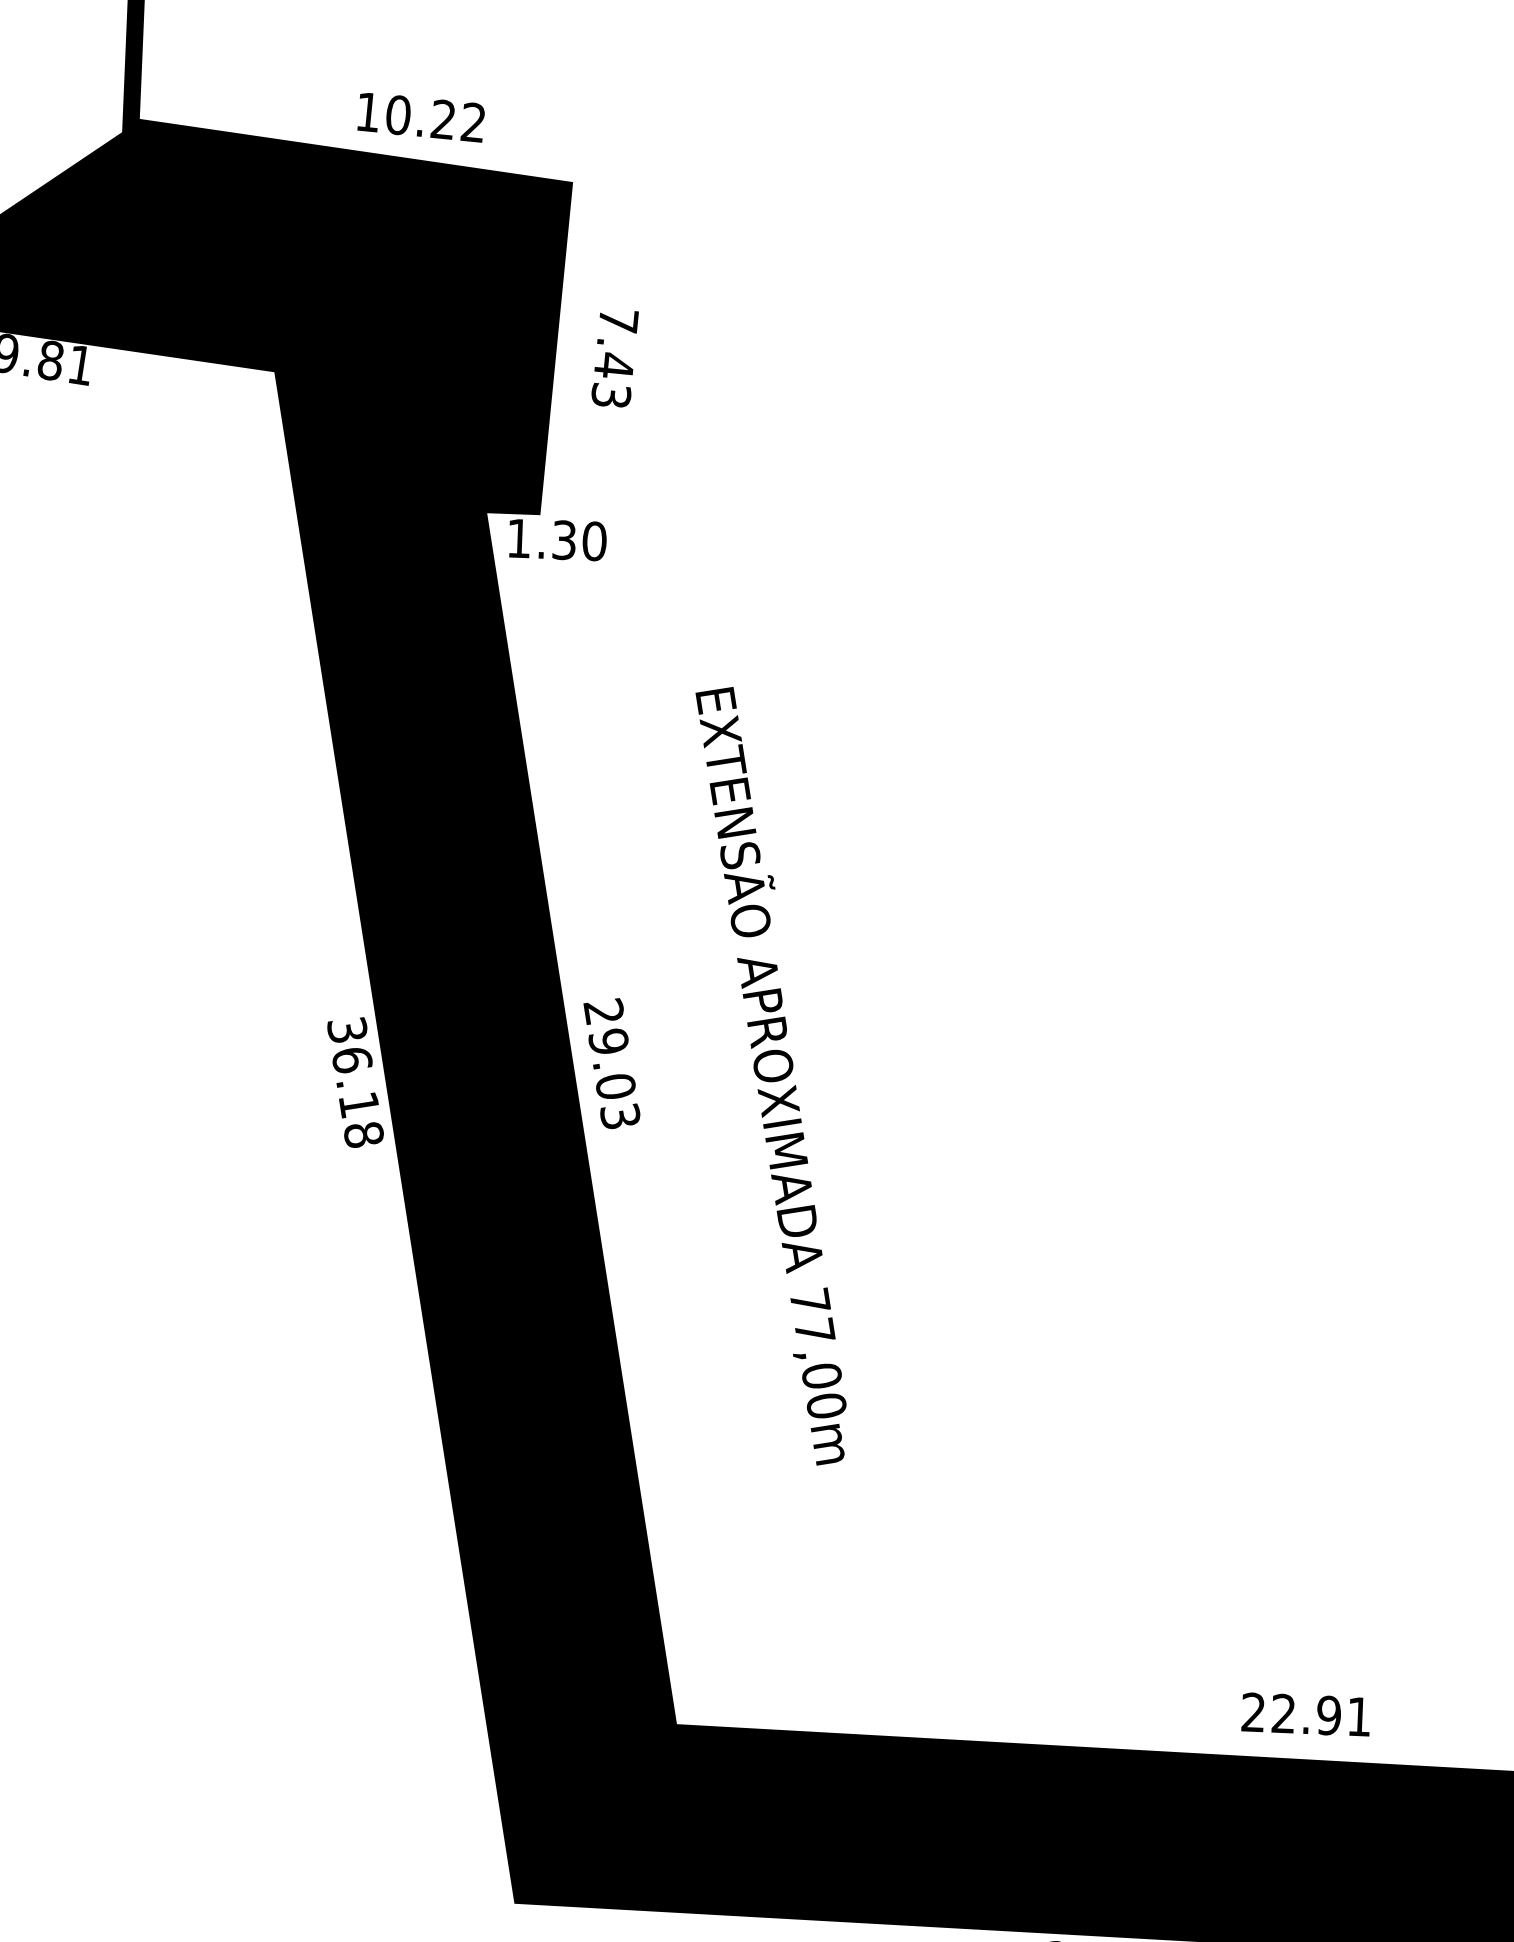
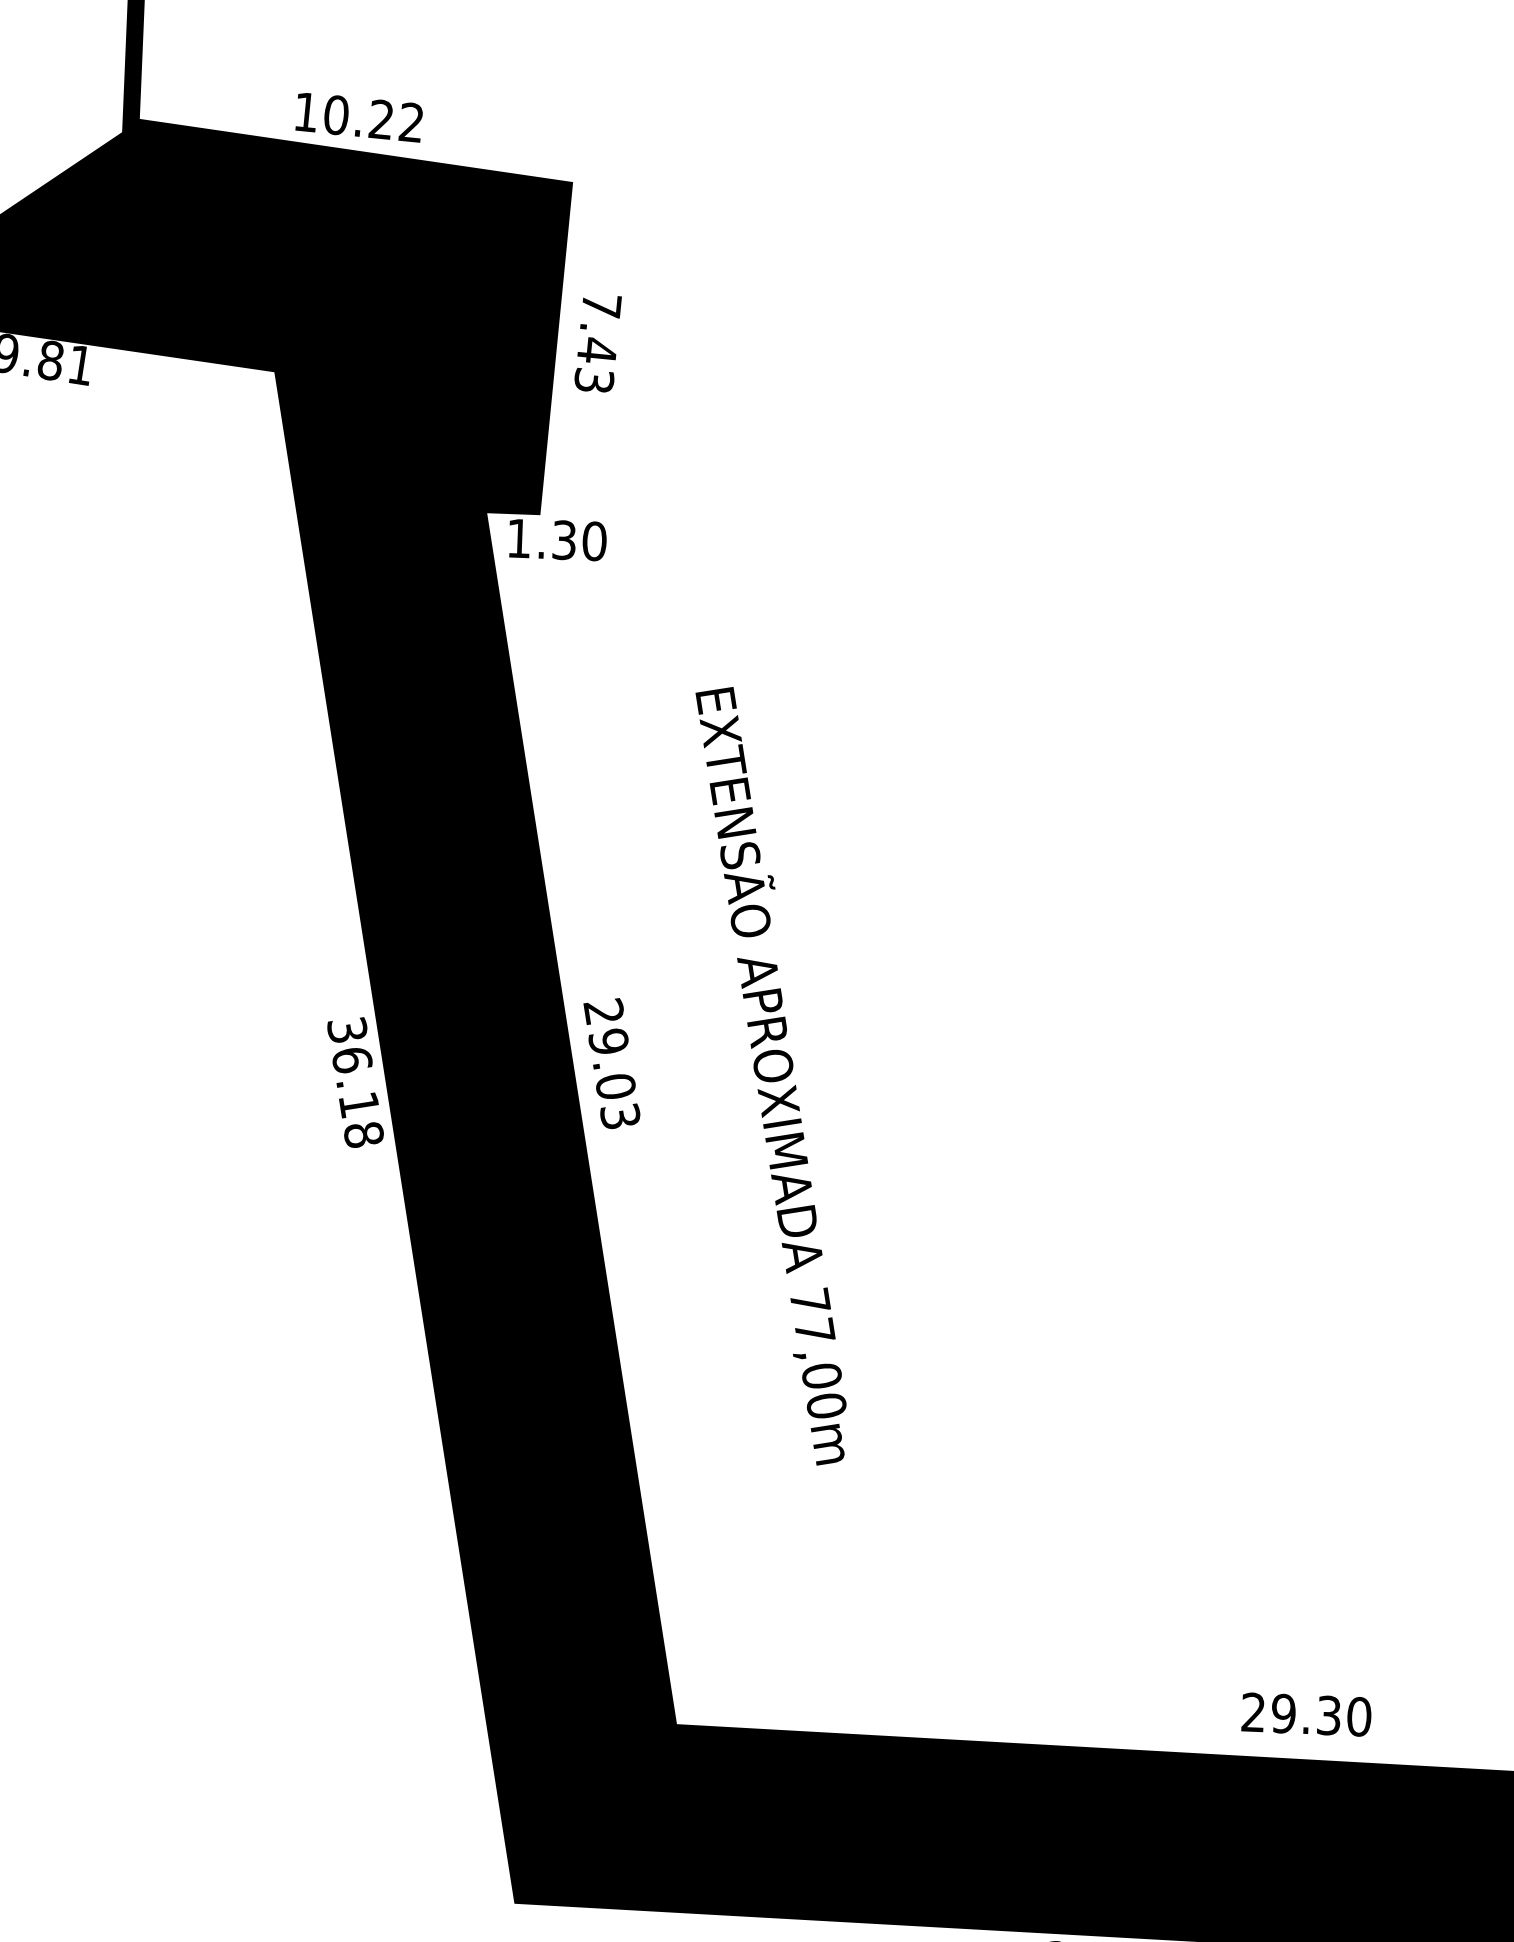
text at (420, 117) position: (420, 117) -> (358, 117)
text at (614, 359) position: (614, 359) -> (597, 344)
text at (1321, 1714): 22.91 -> 29.30
